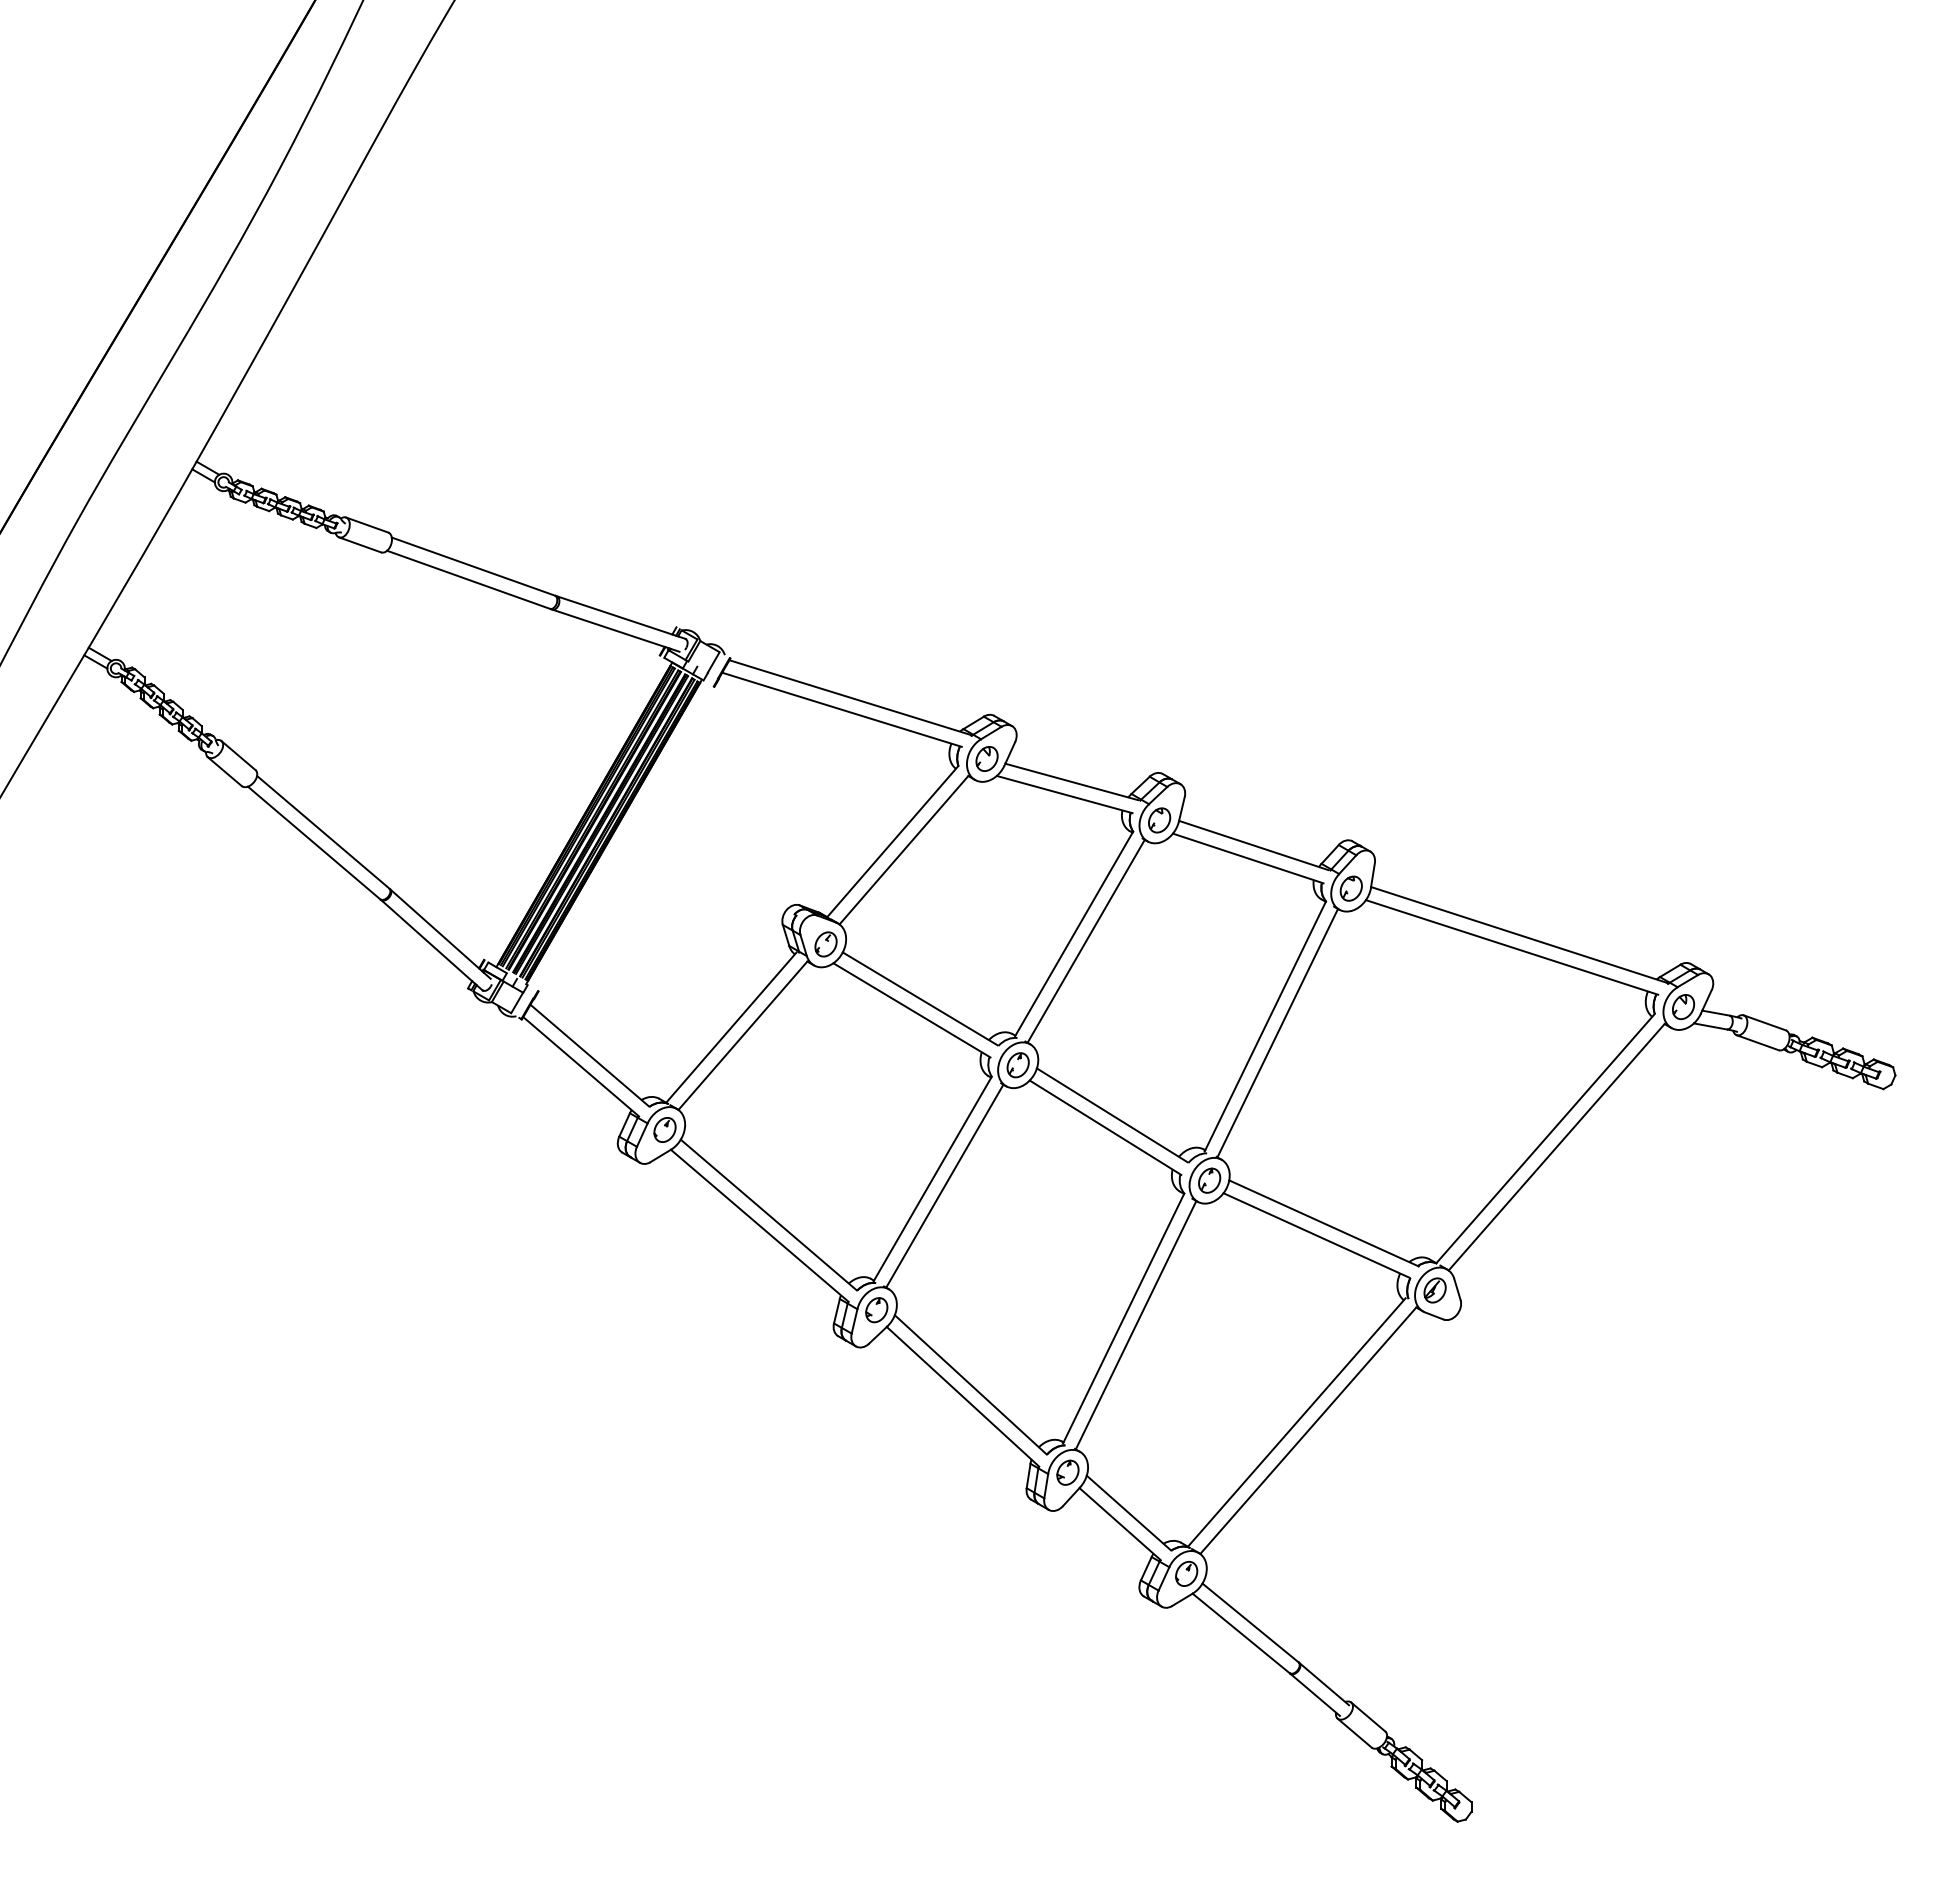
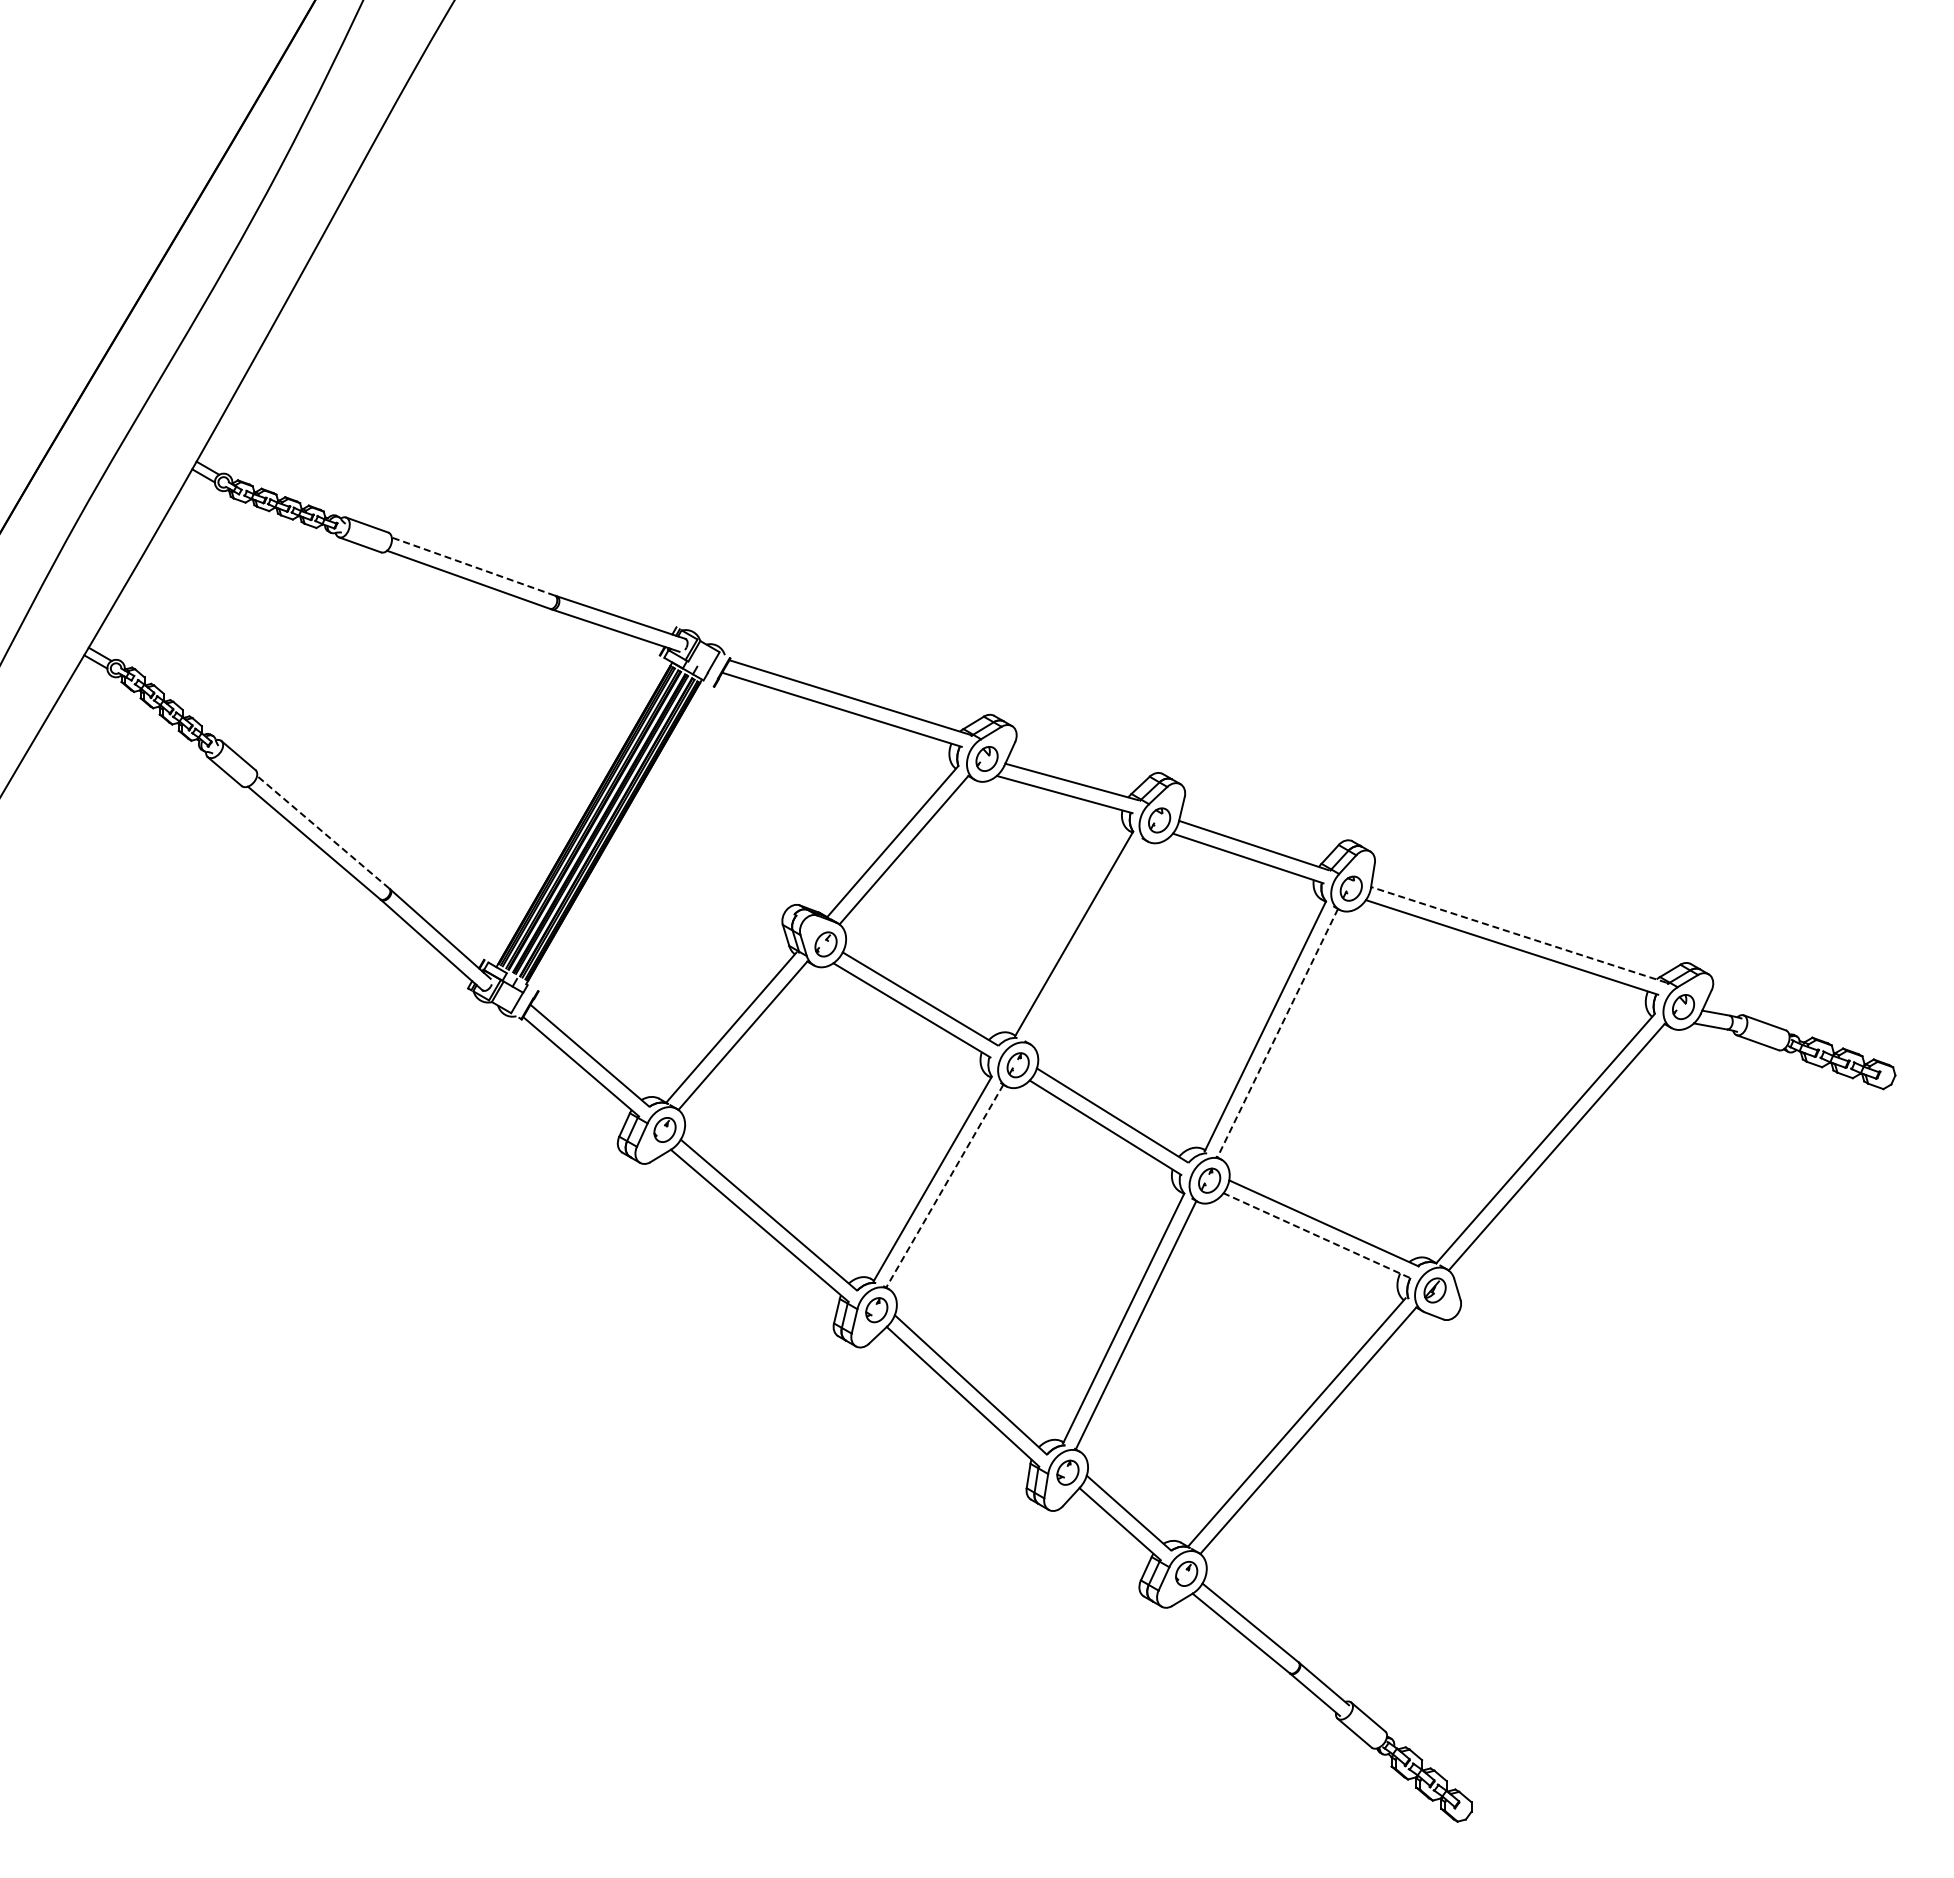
line at (473, 566): solid -> dashed
line at (323, 832): solid -> dashed
line at (1518, 934): solid -> dashed
line at (1085, 940): present -> none
line at (1277, 1033): solid -> dashed
line at (944, 1186): solid -> dashed
line at (1316, 1235): solid -> dashed
